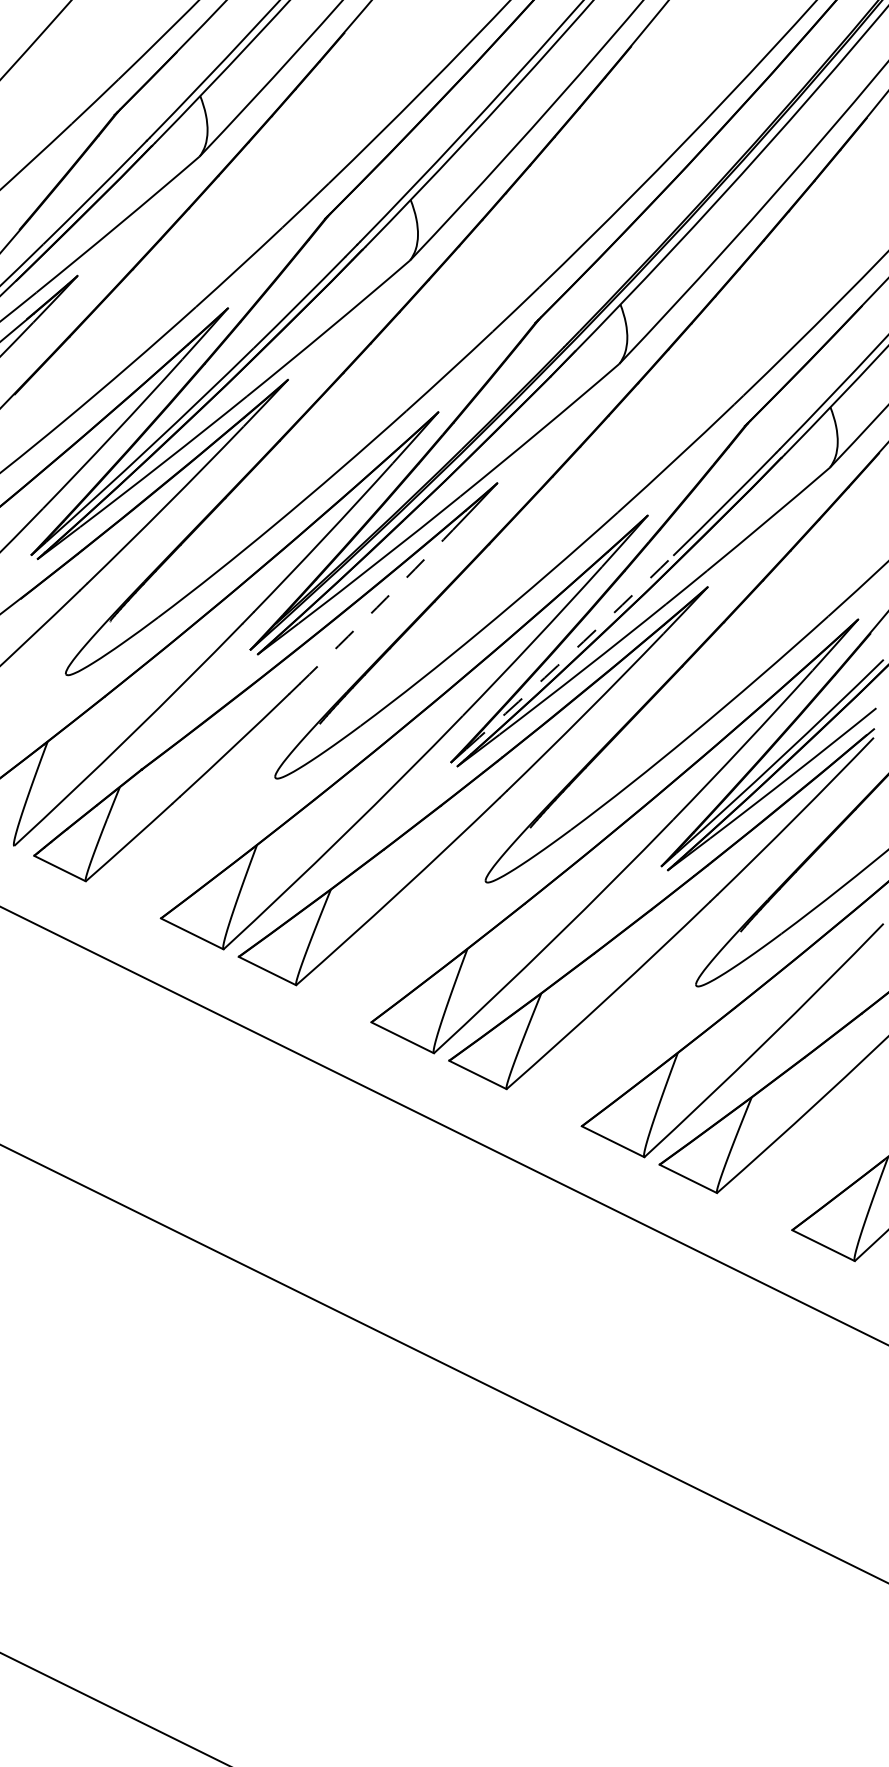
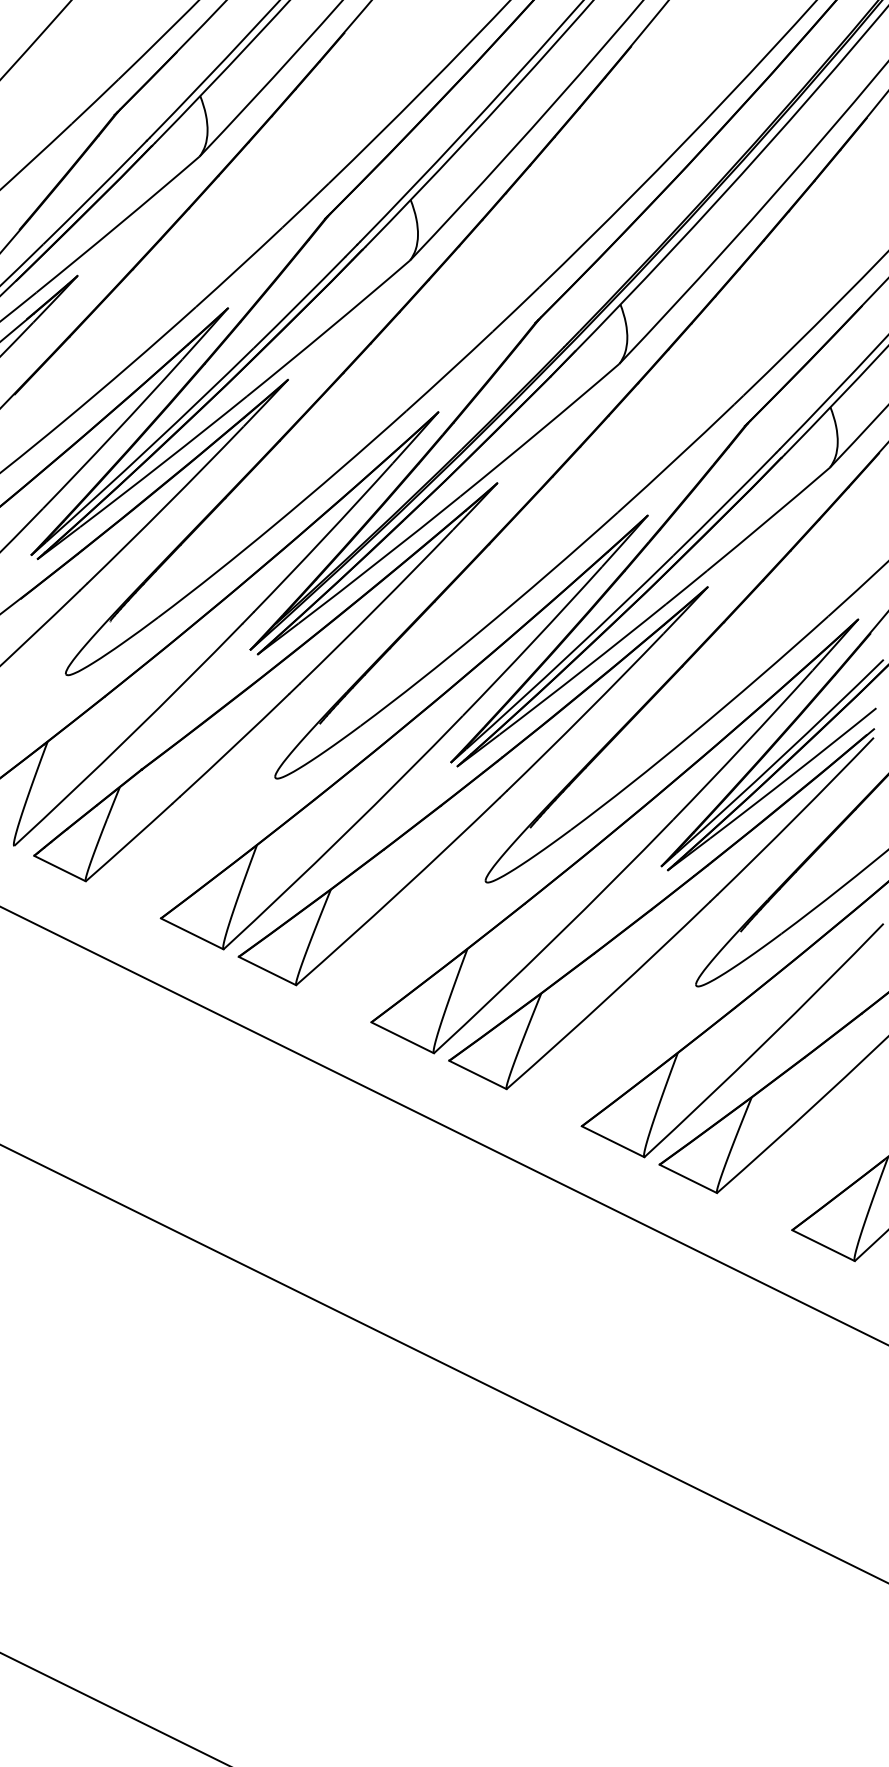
arc at (377, 607): dashed -> solid
arc at (570, 653): dashed -> solid
